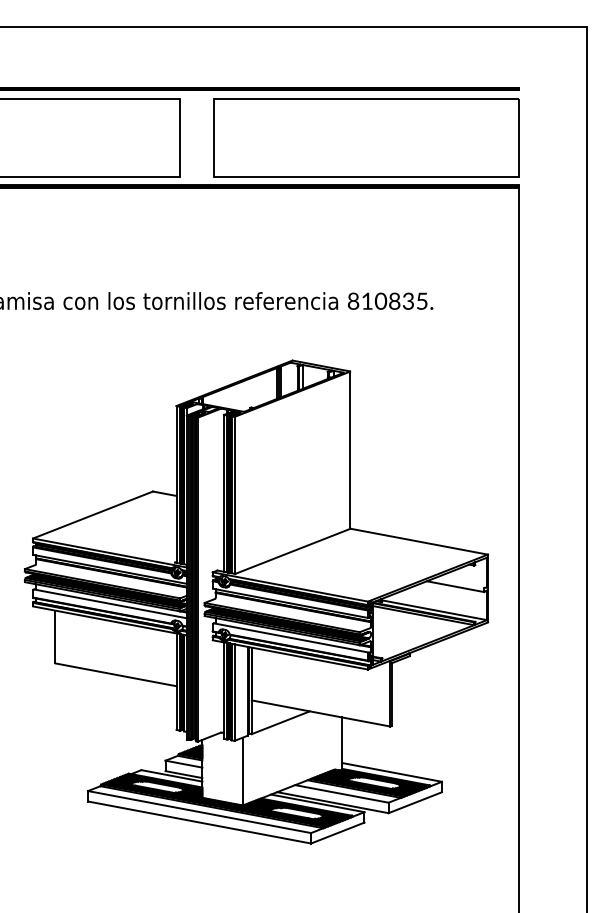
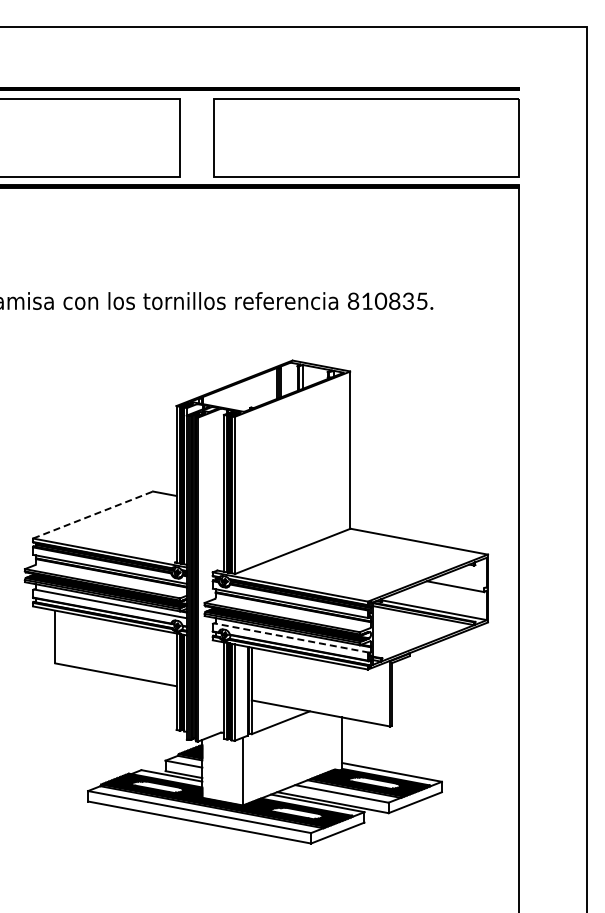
line at (93, 514): solid -> dashed
line at (291, 638): solid -> dashed
